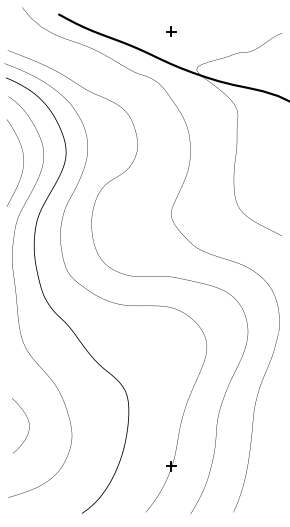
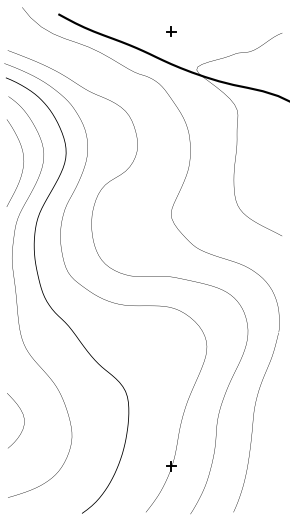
curve at (28, 422) position: (28, 422) -> (23, 417)
